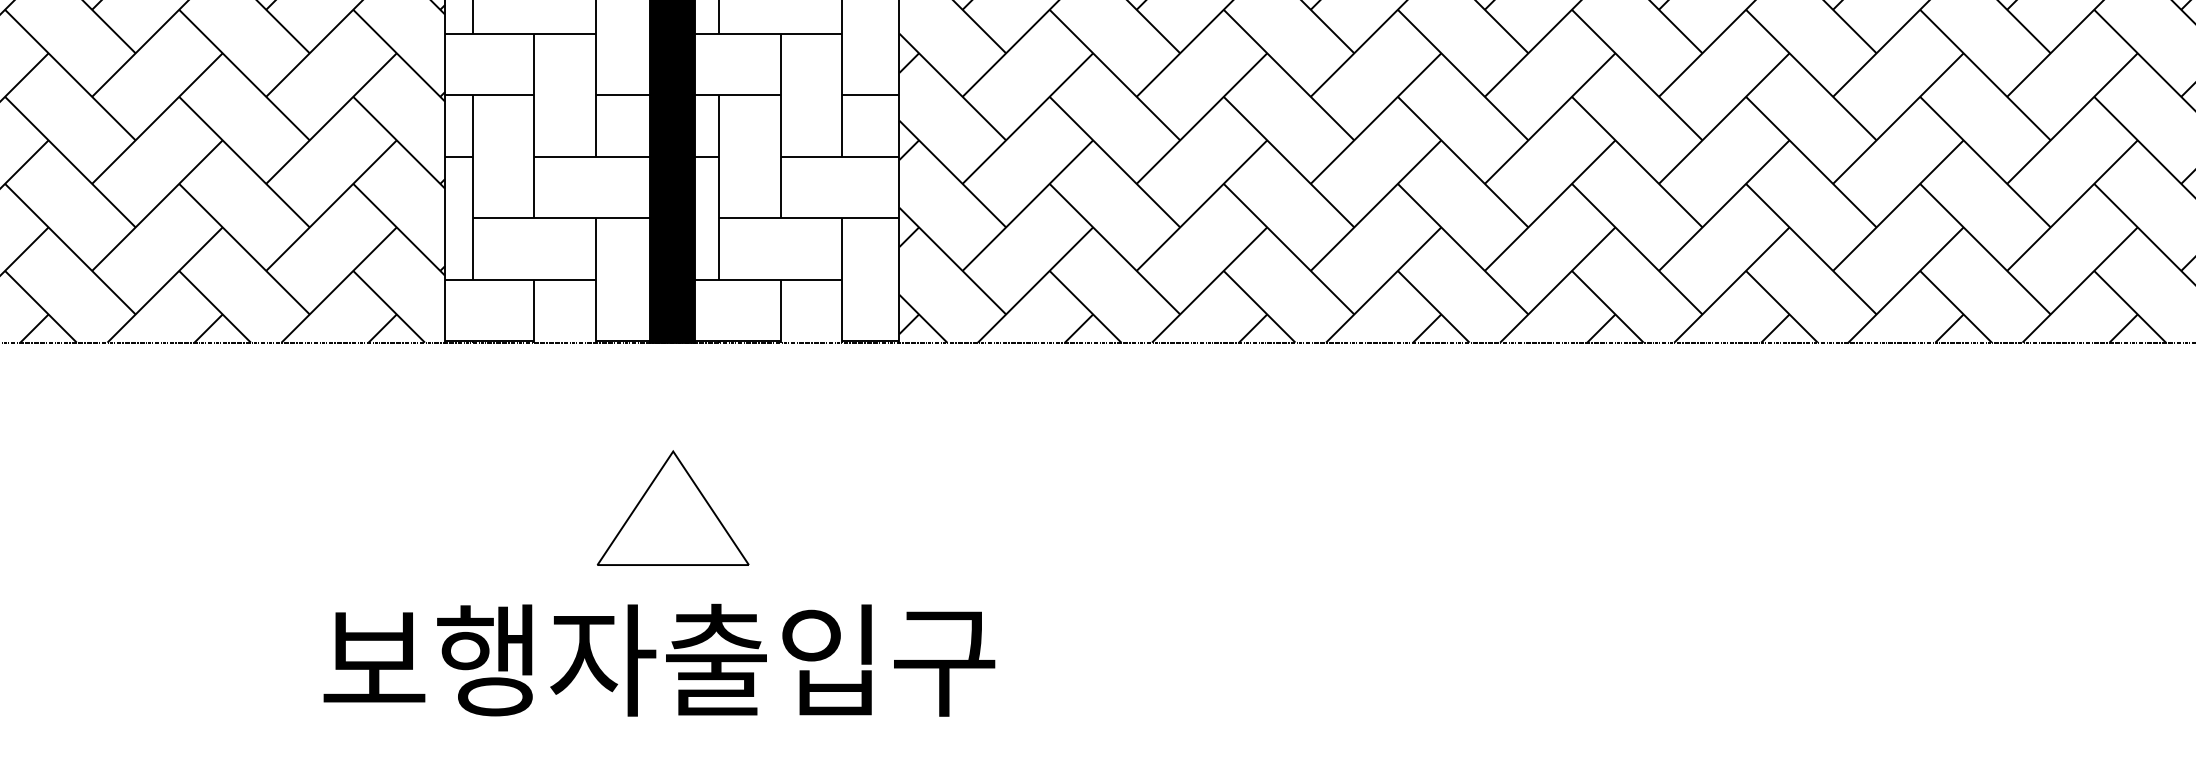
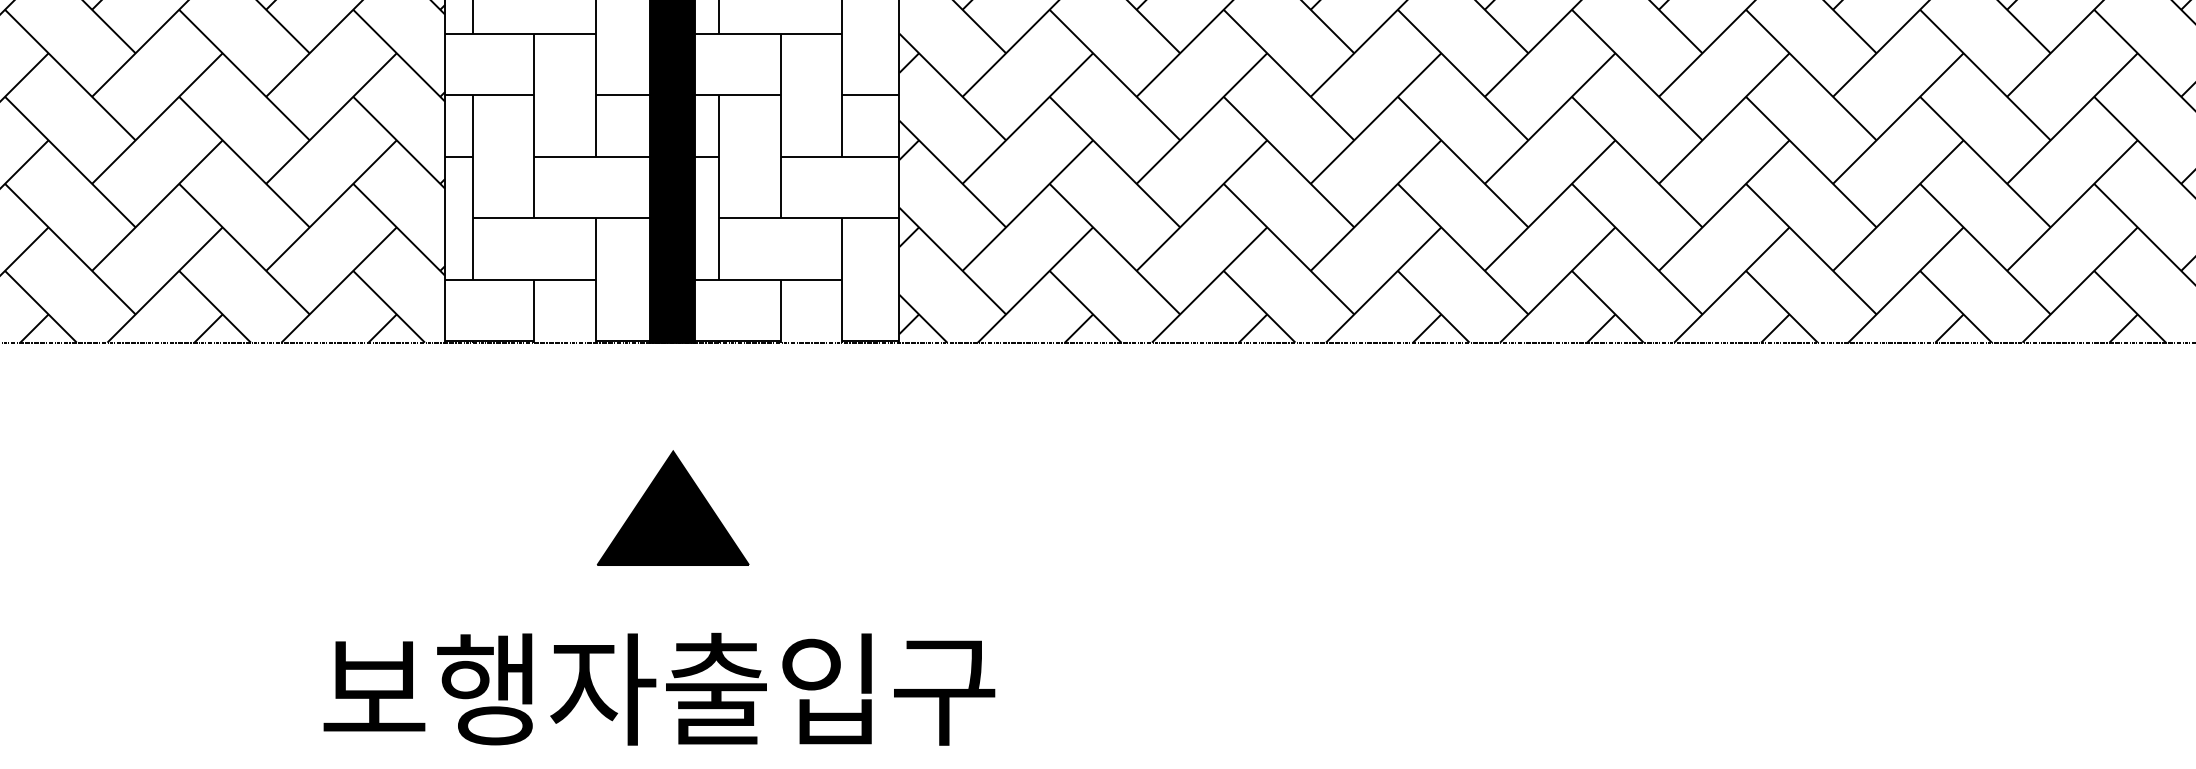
fill at (672, 508): none -> present
text at (659, 659) position: (659, 659) -> (659, 688)
